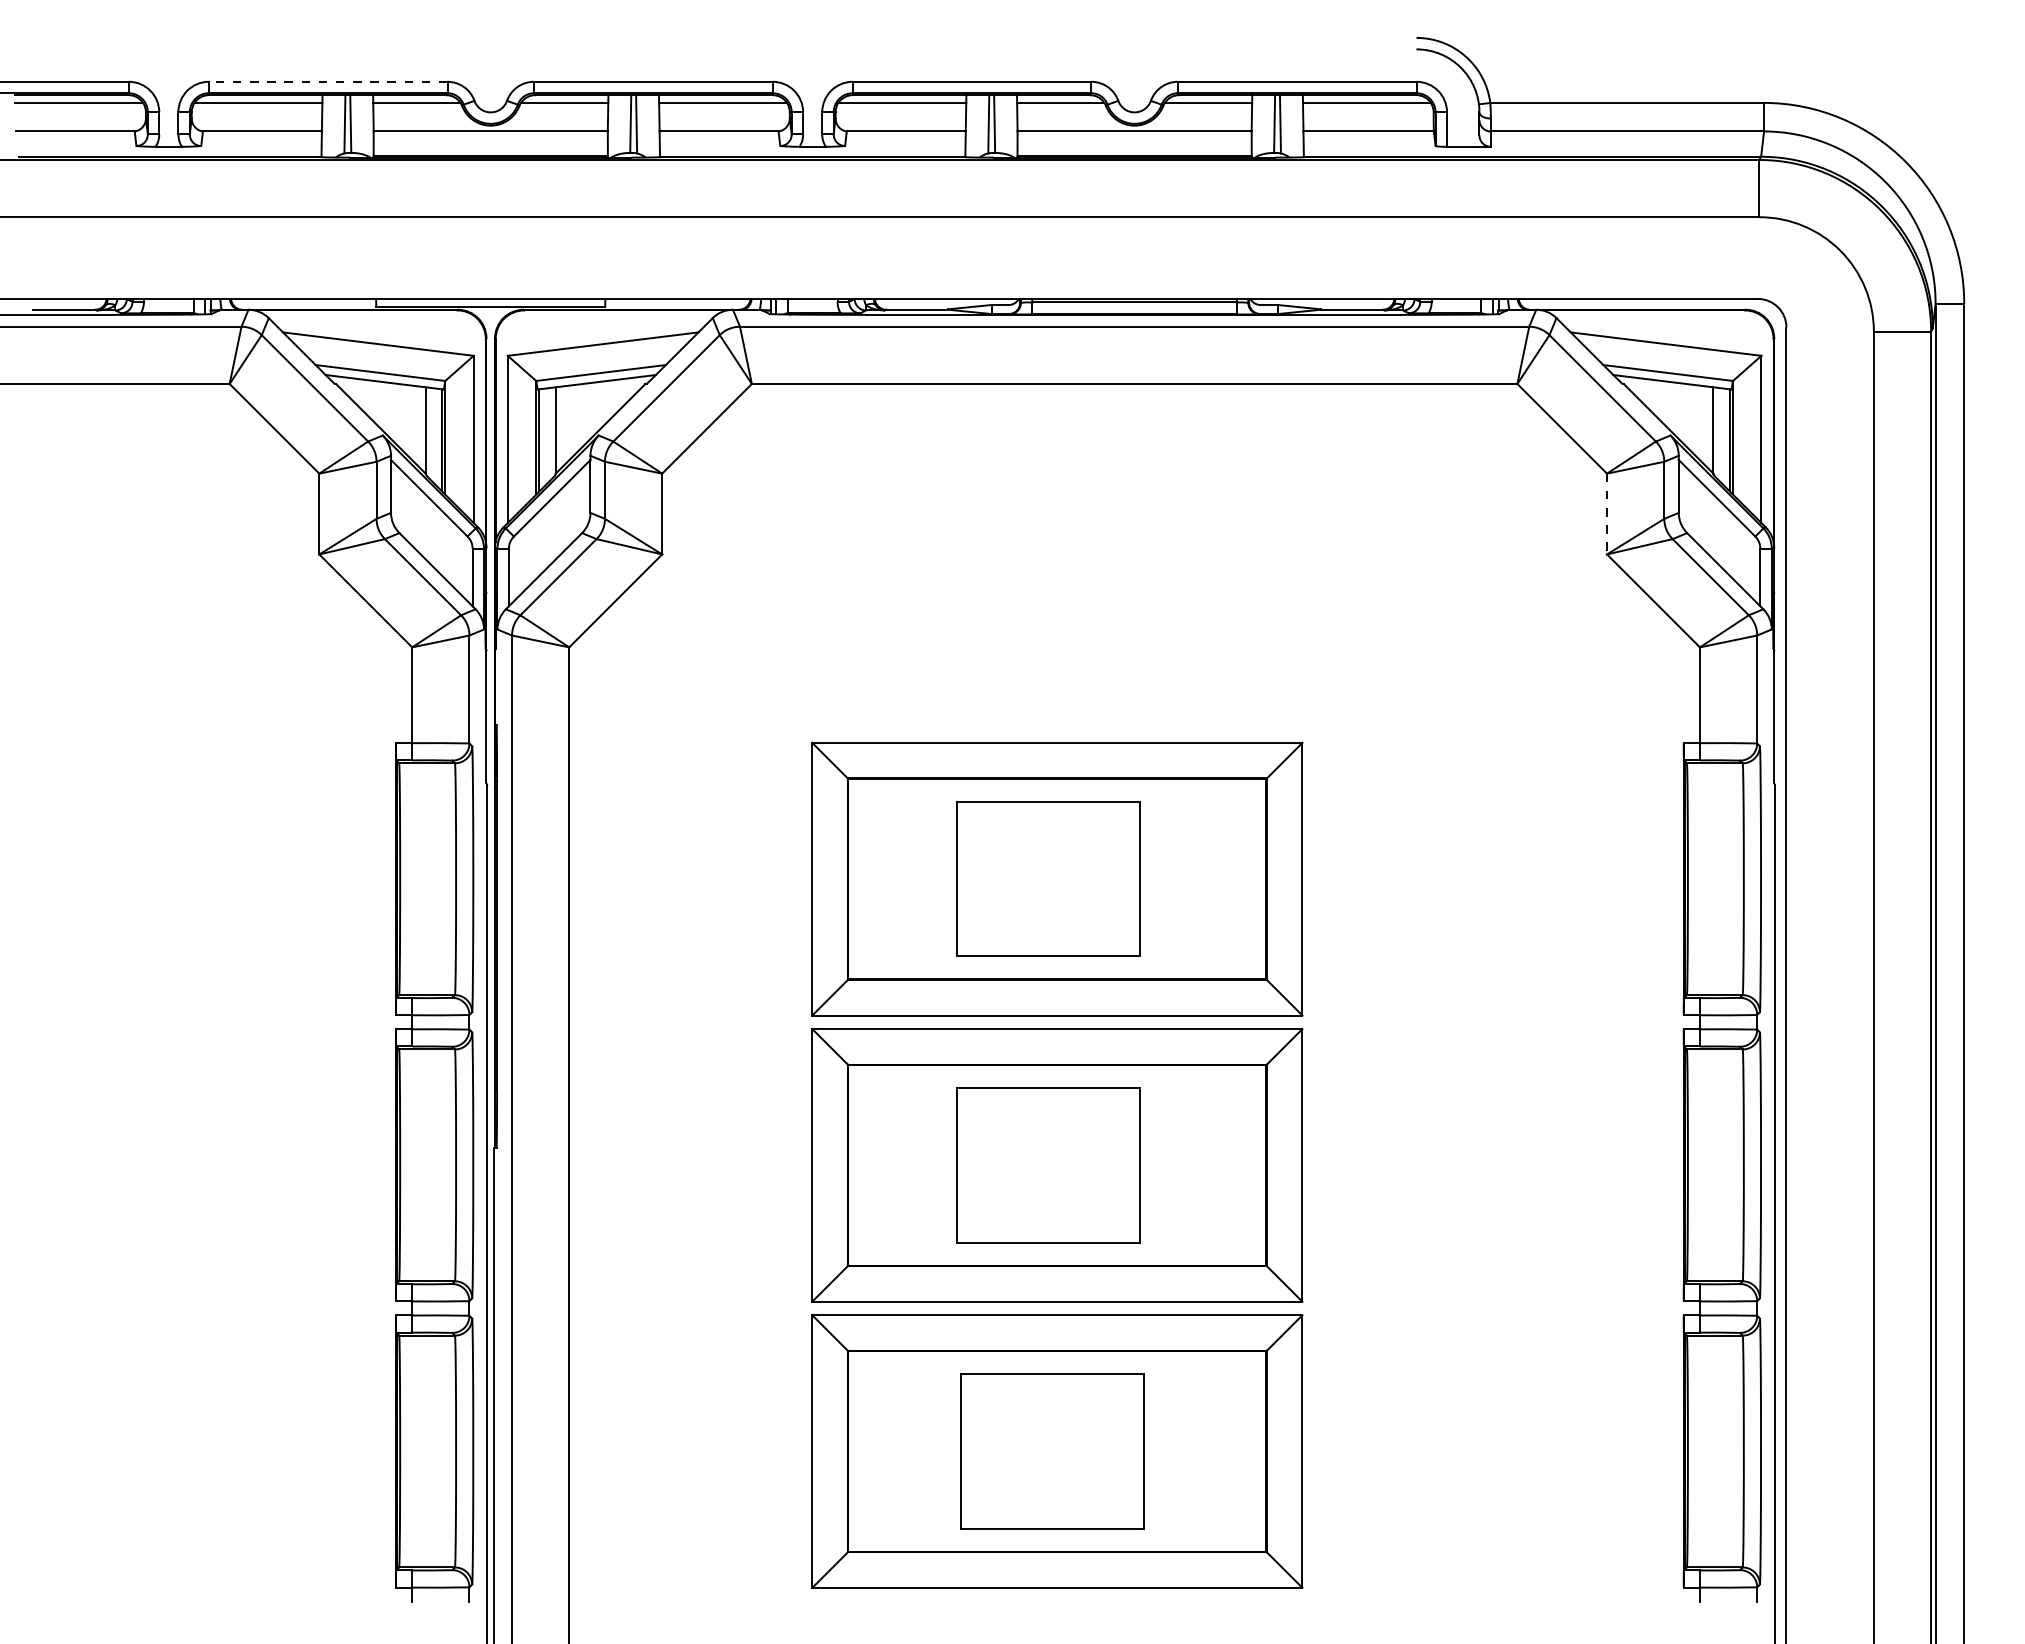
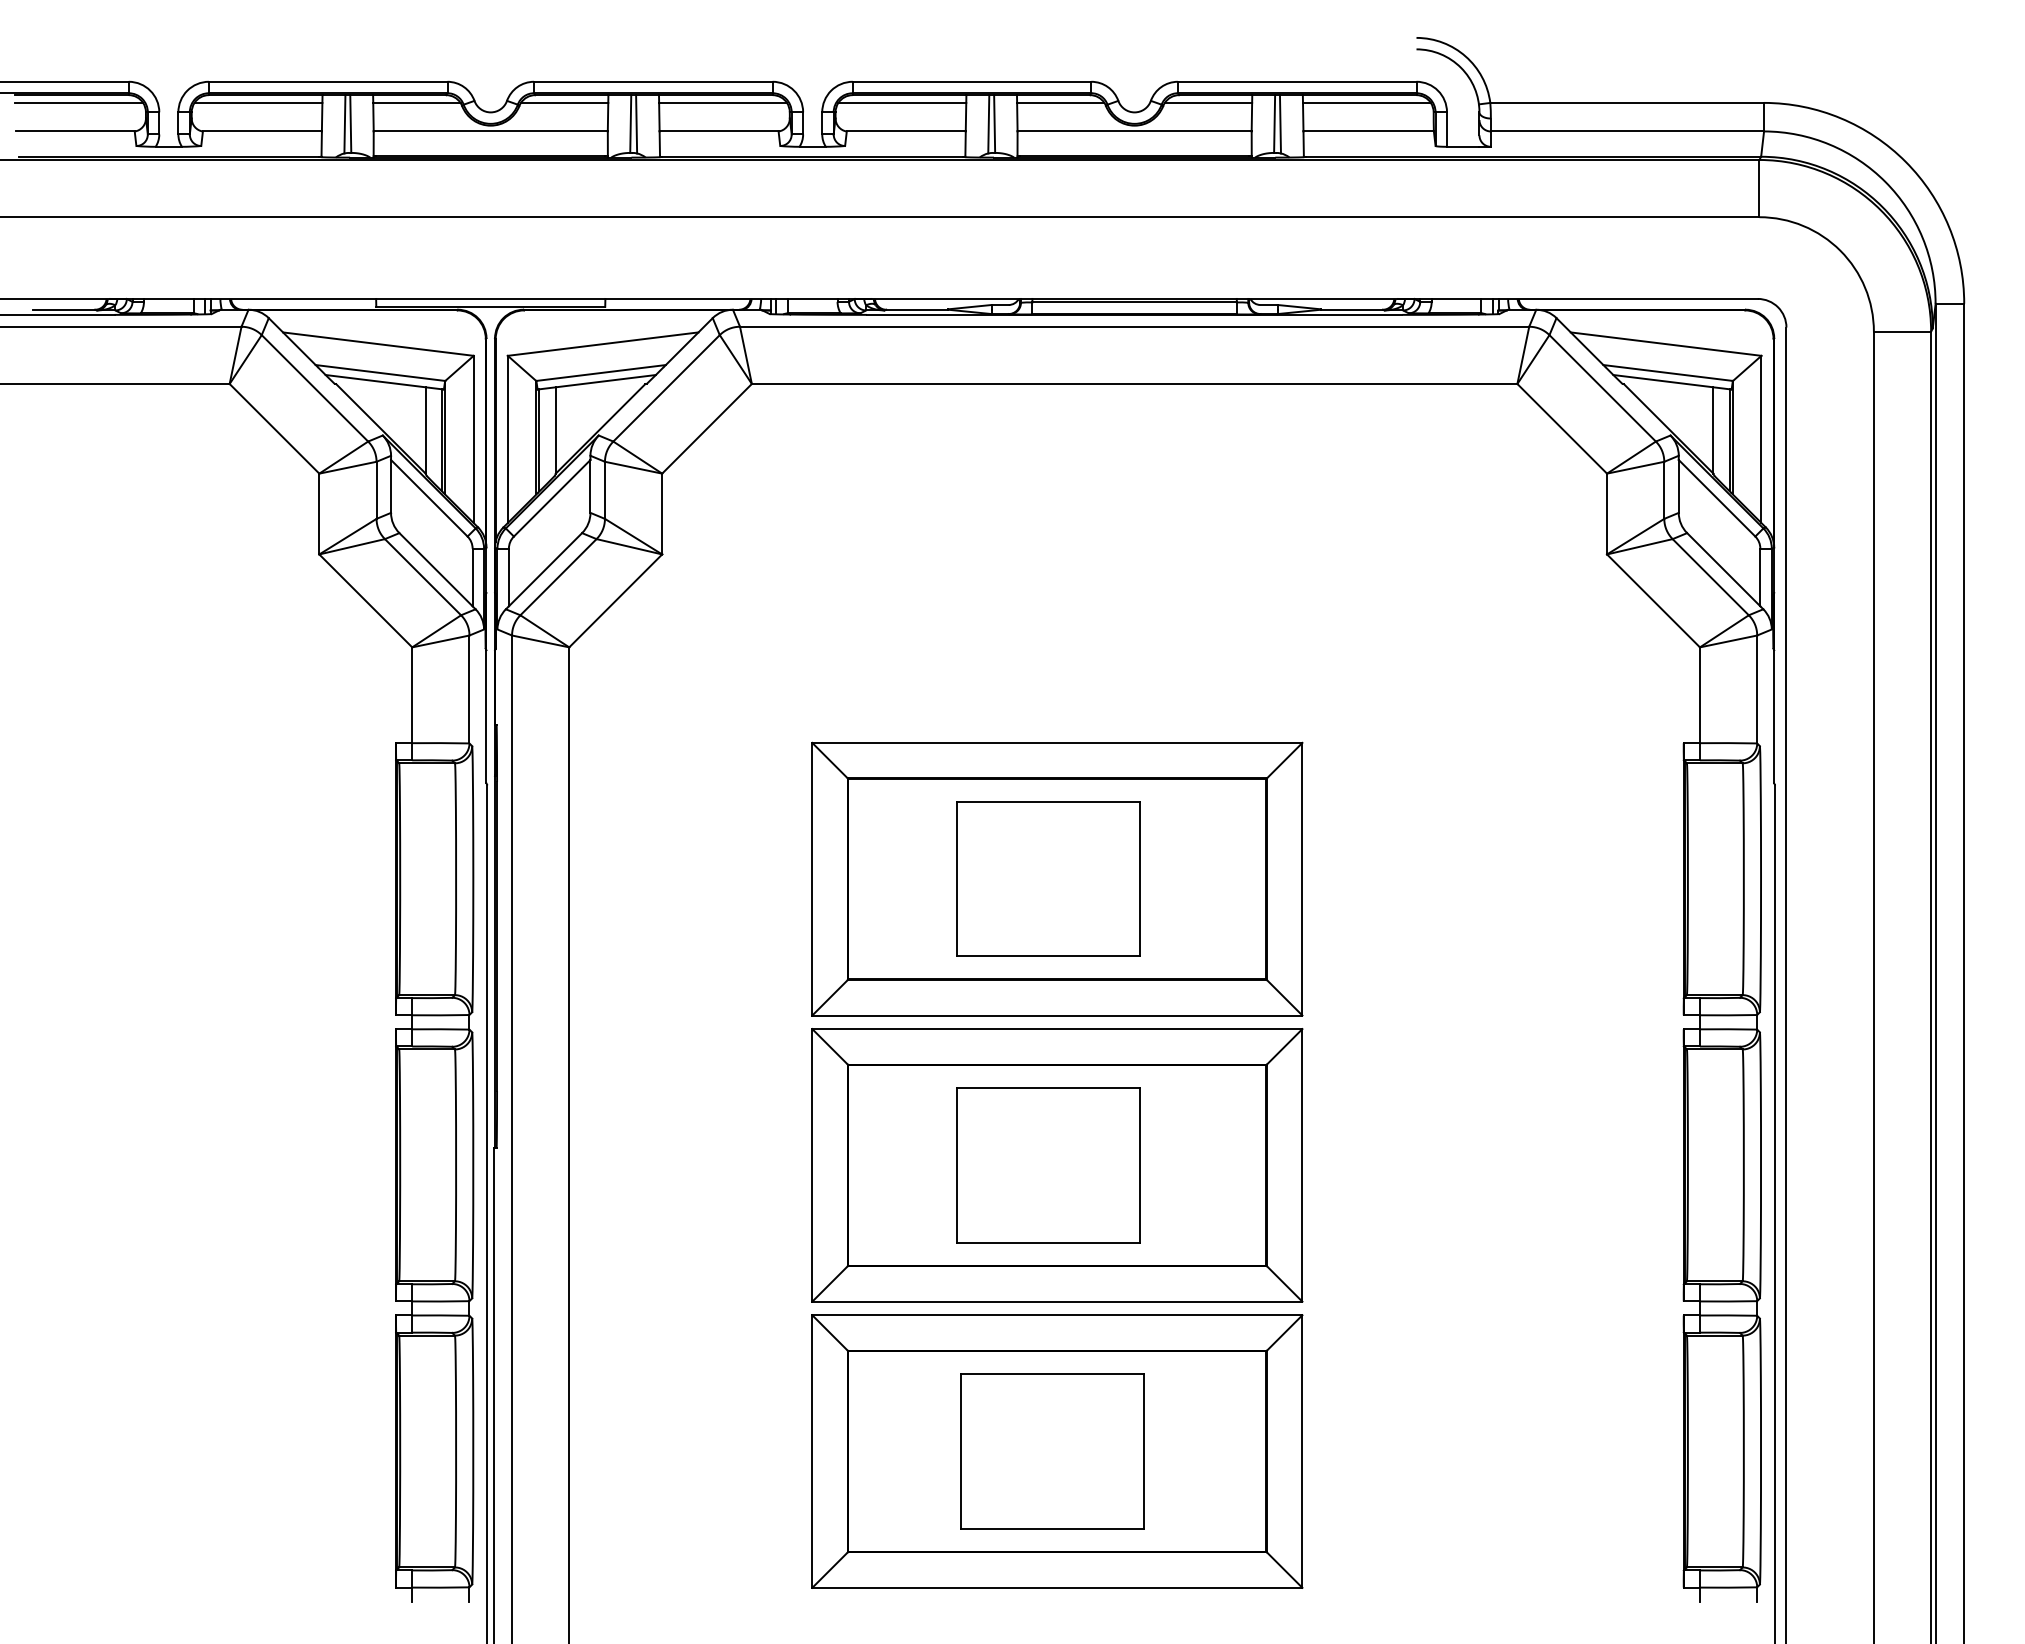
line at (327, 81): dashed -> solid
line at (1607, 514): dashed -> solid
